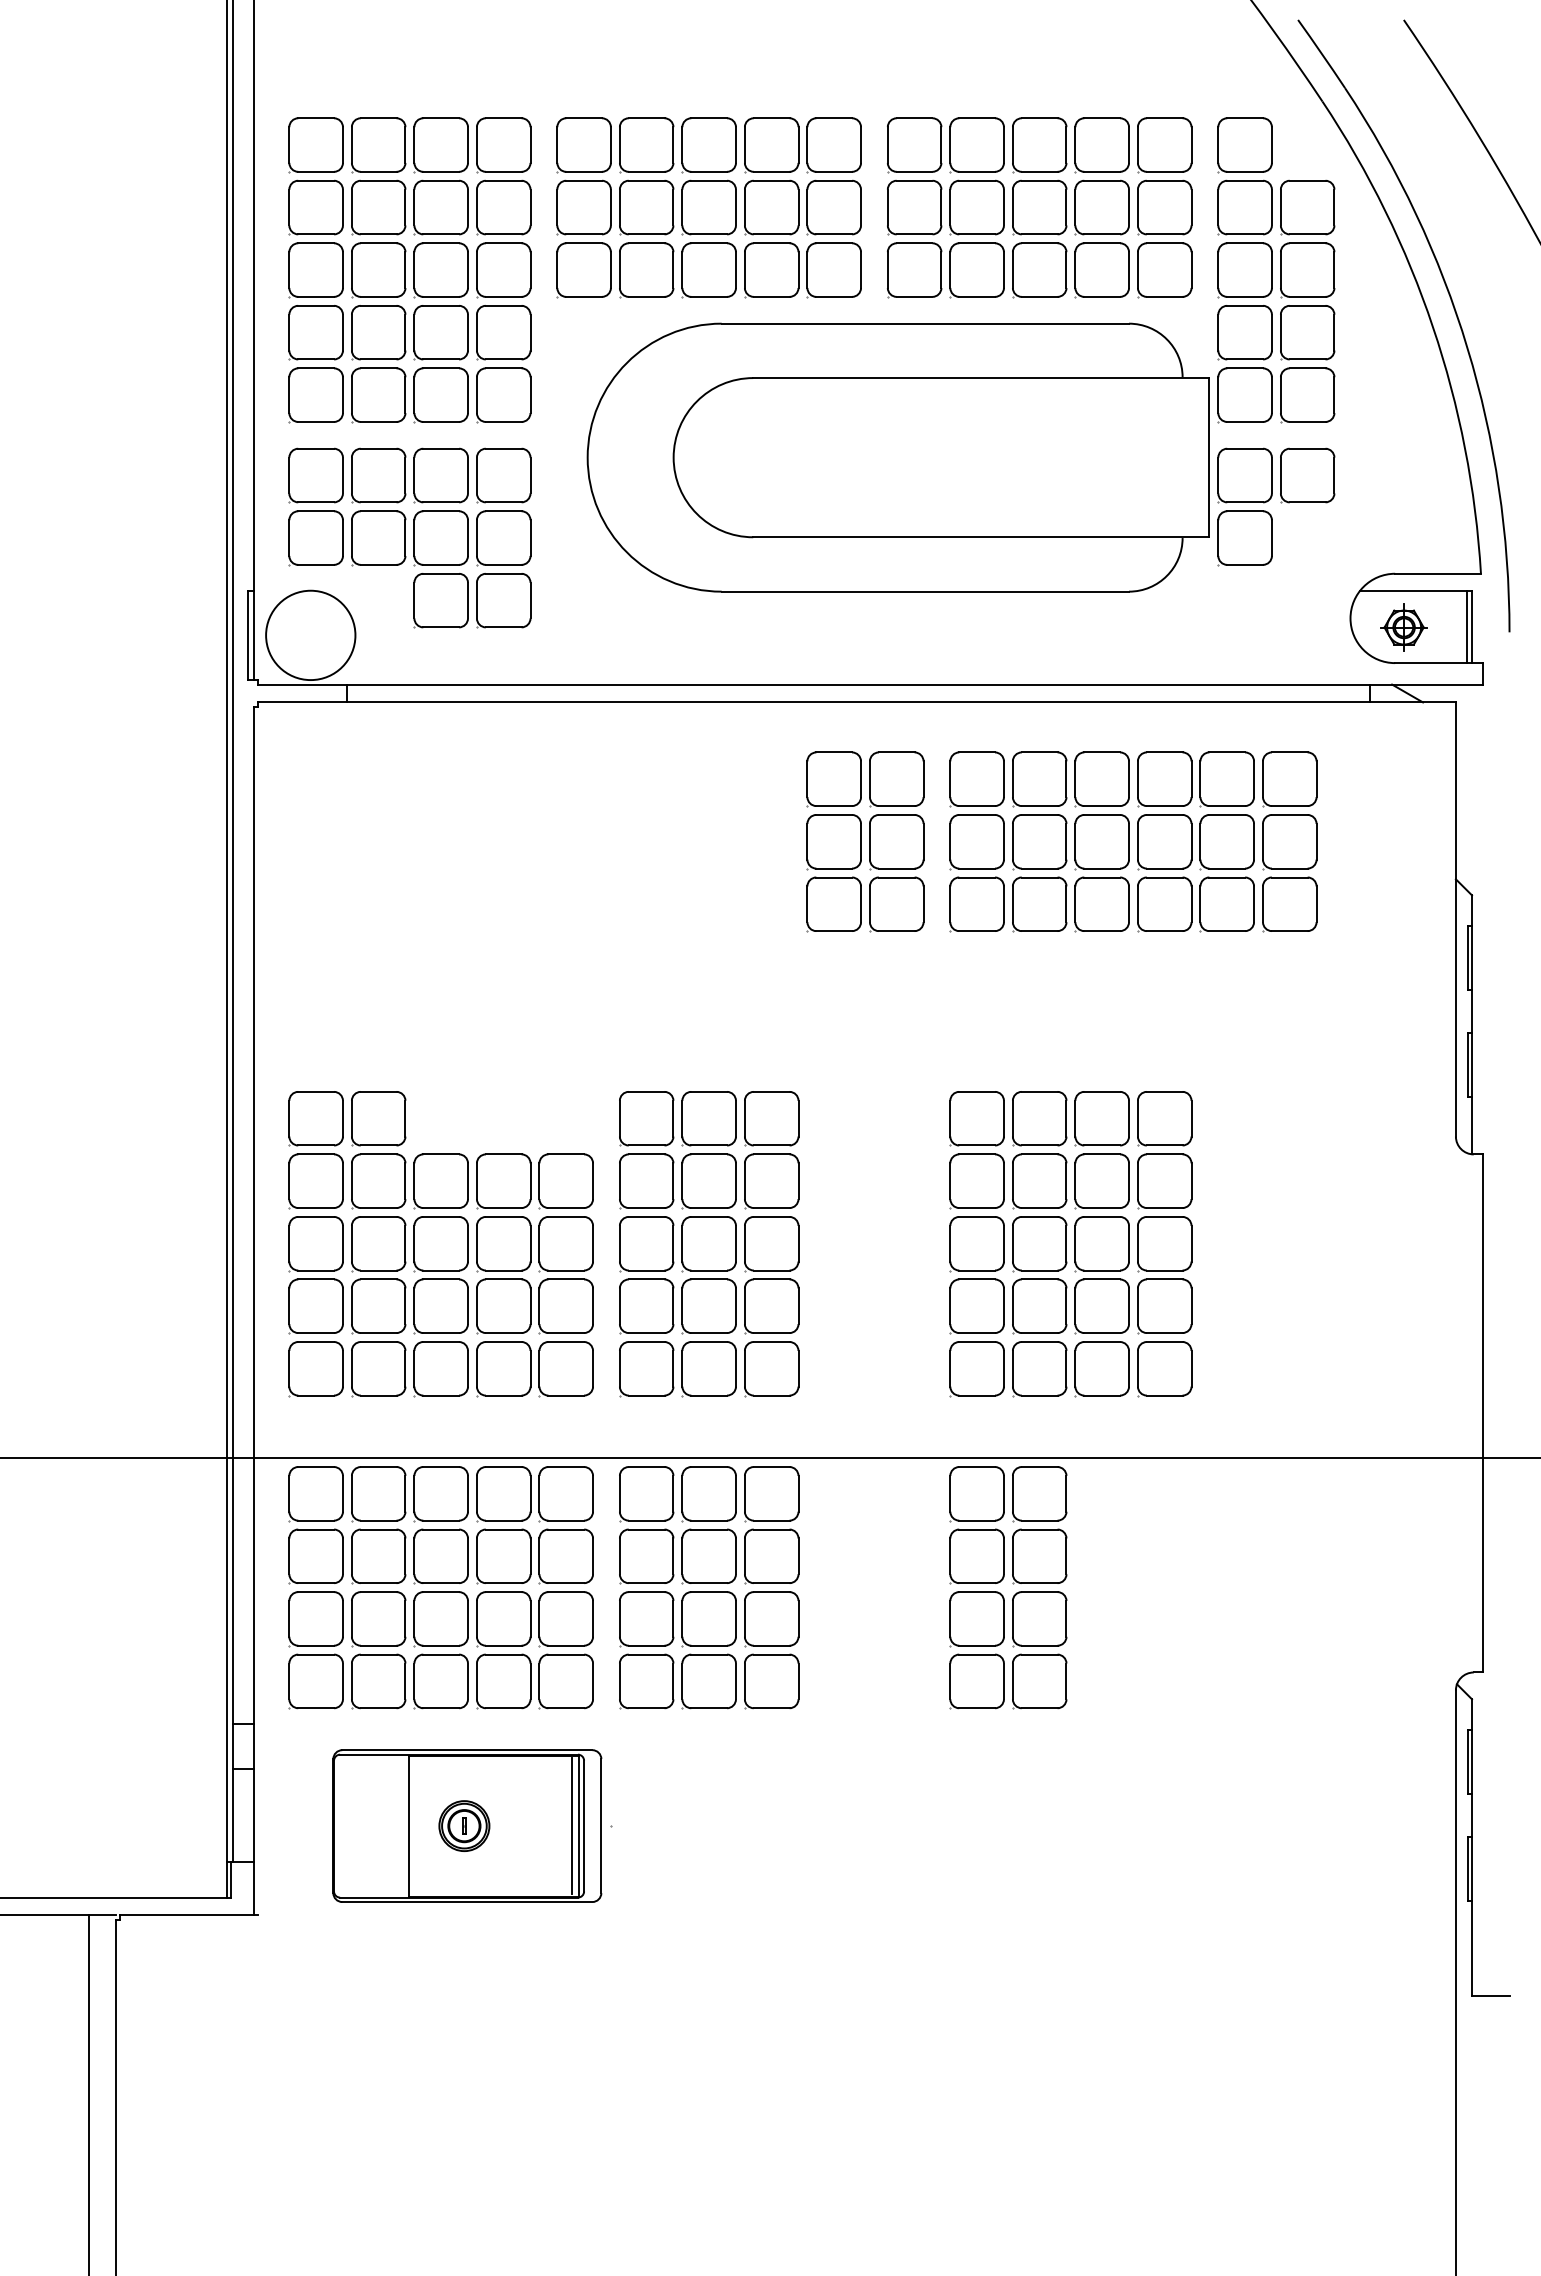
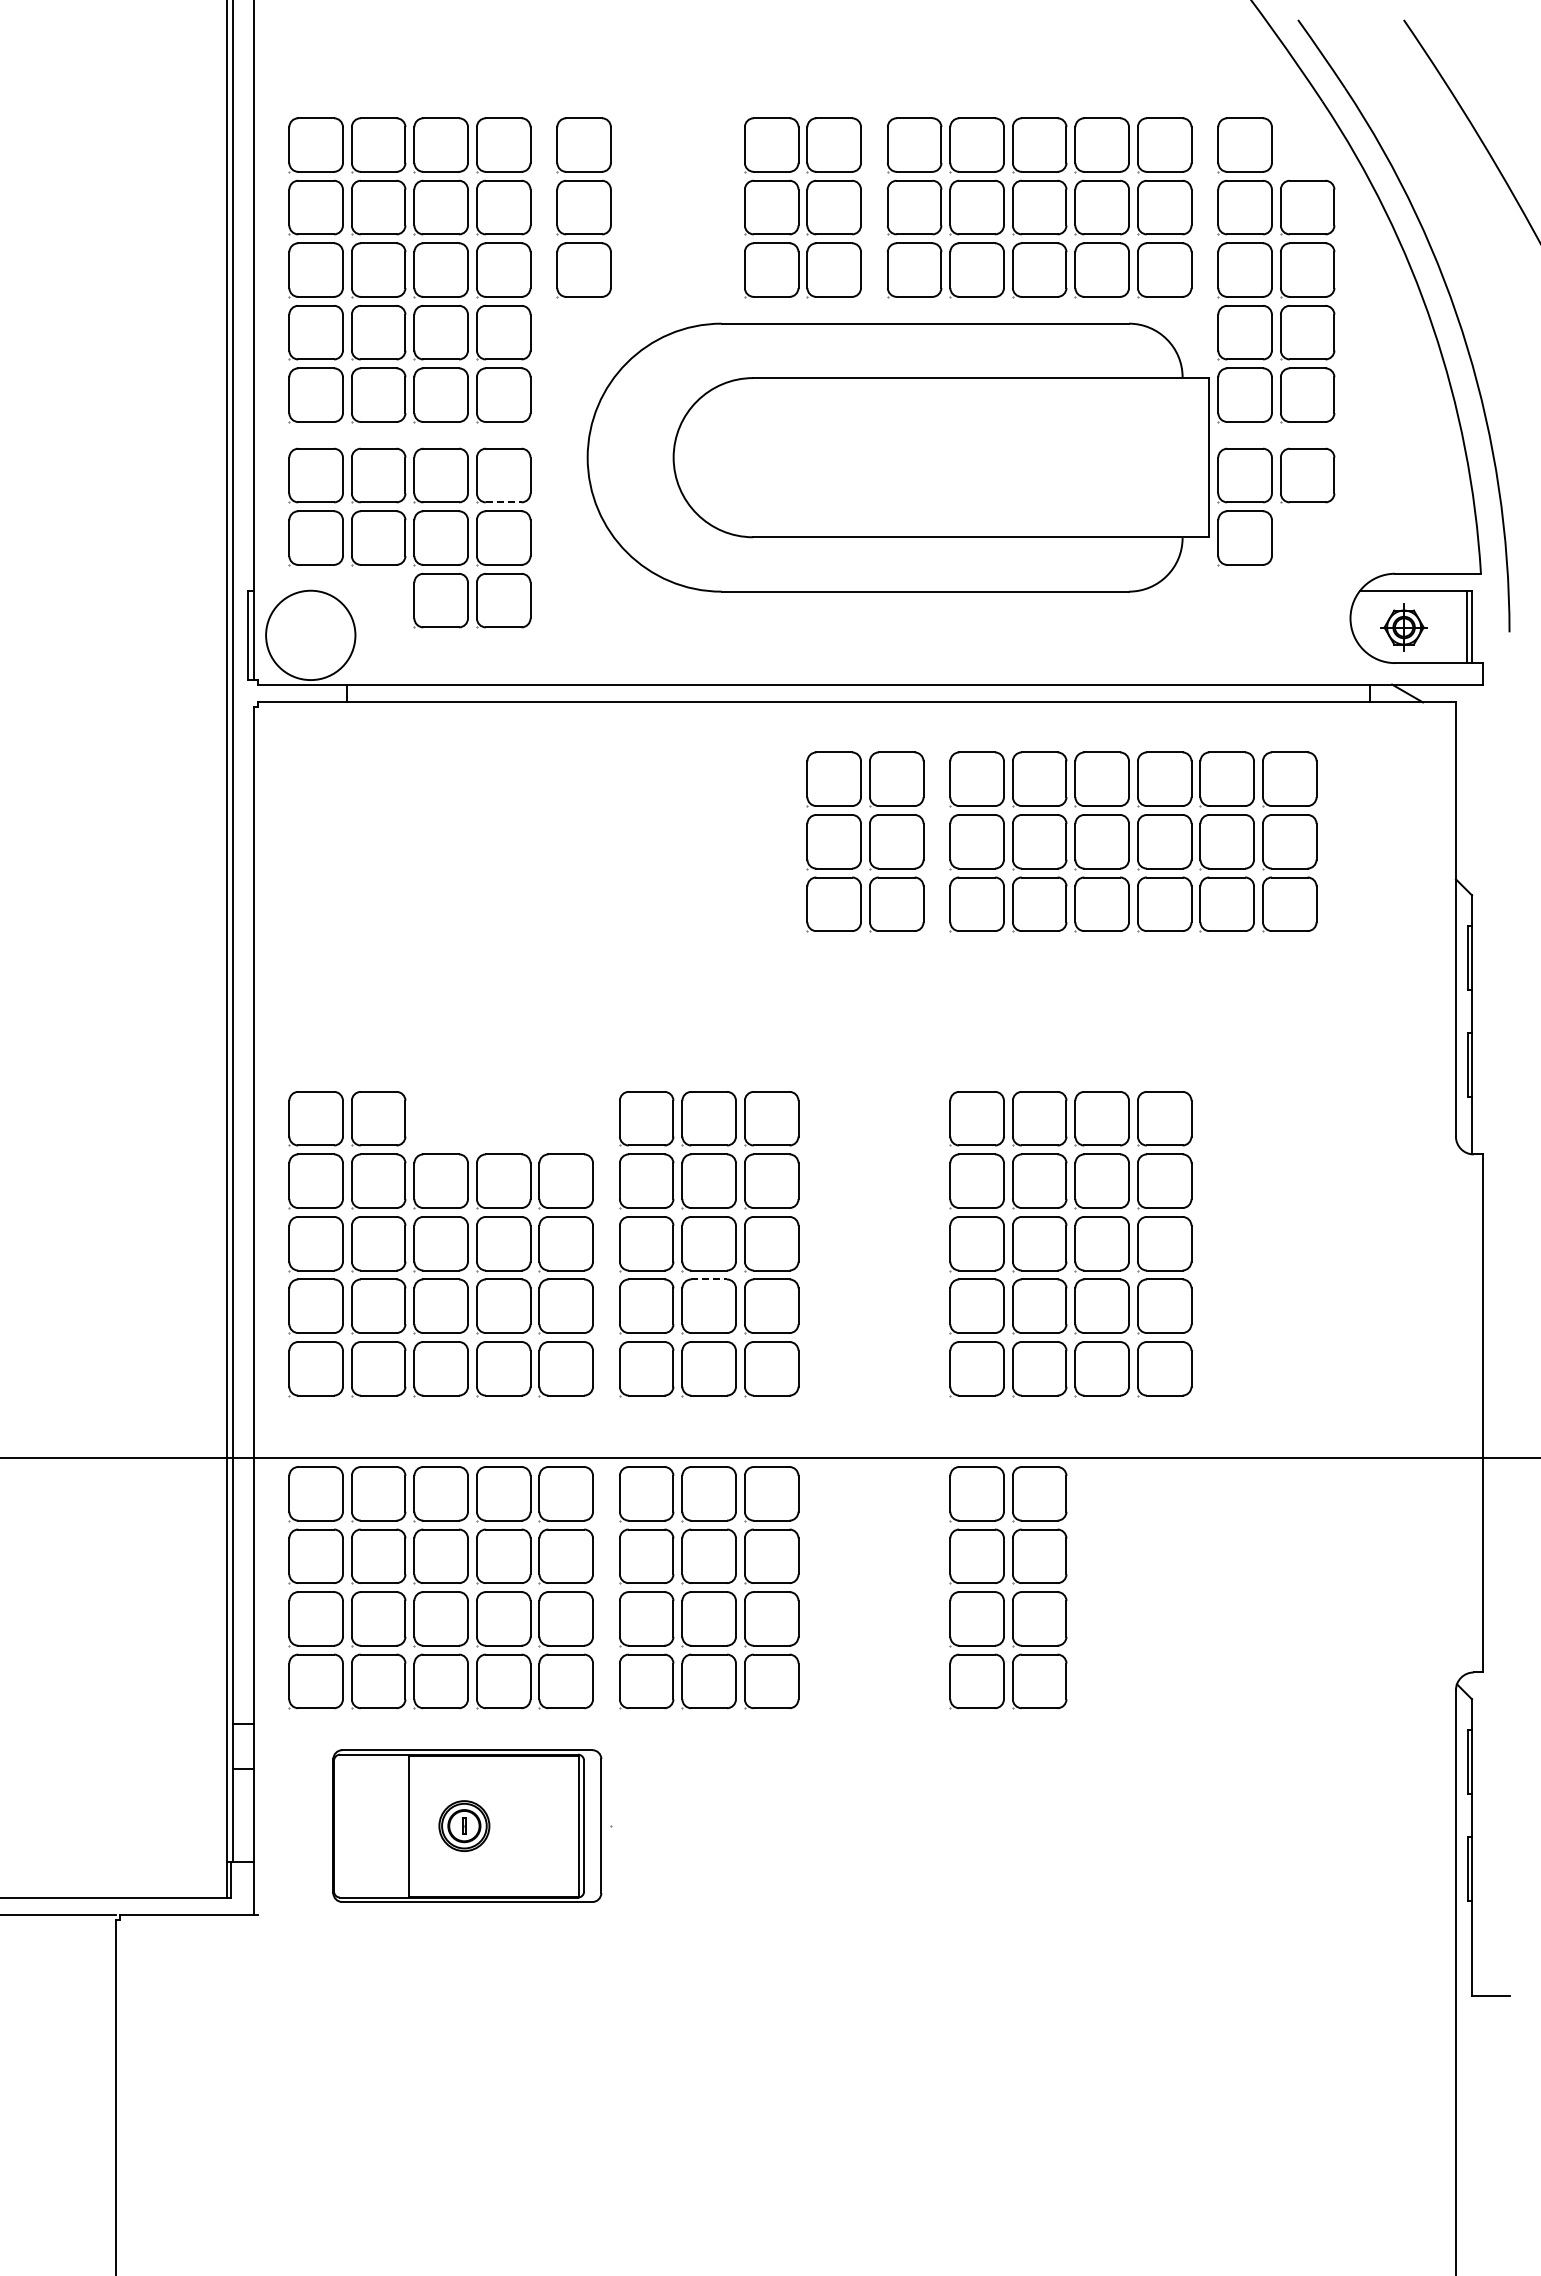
part at (677, 207): present -> none
line at (503, 502): solid -> dashed
line at (709, 1279): solid -> dashed
line at (571, 1825): present -> none
line at (89, 2093): present -> none
